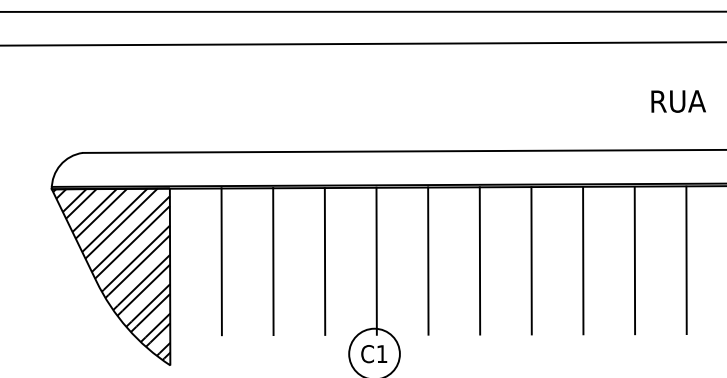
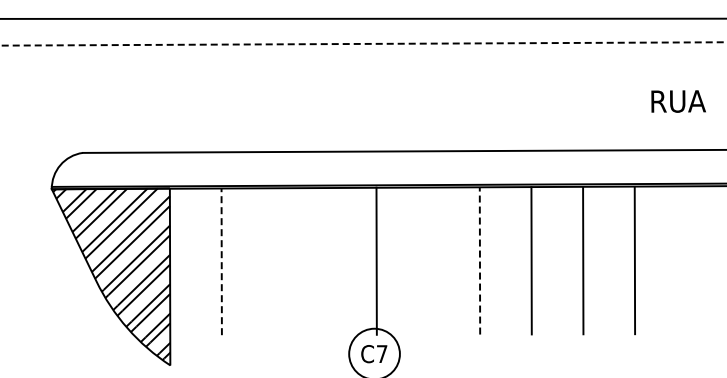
line at (362, 11) position: (362, 11) -> (362, 18)
line at (363, 43): solid -> dashed
line at (324, 260): present -> none
line at (428, 260): present -> none
line at (479, 260): solid -> dashed
line at (686, 260): present -> none
line at (221, 261): solid -> dashed
line at (273, 261): present -> none
text at (382, 353): C1 -> C7
